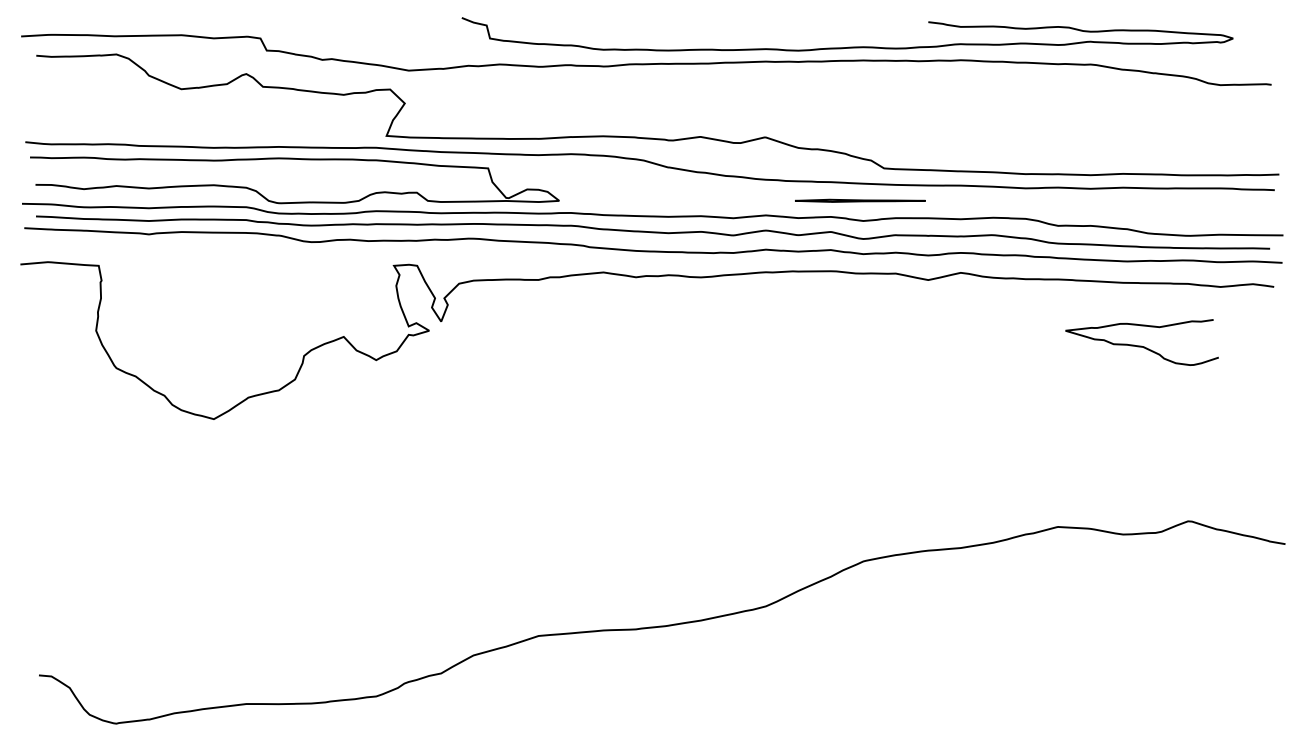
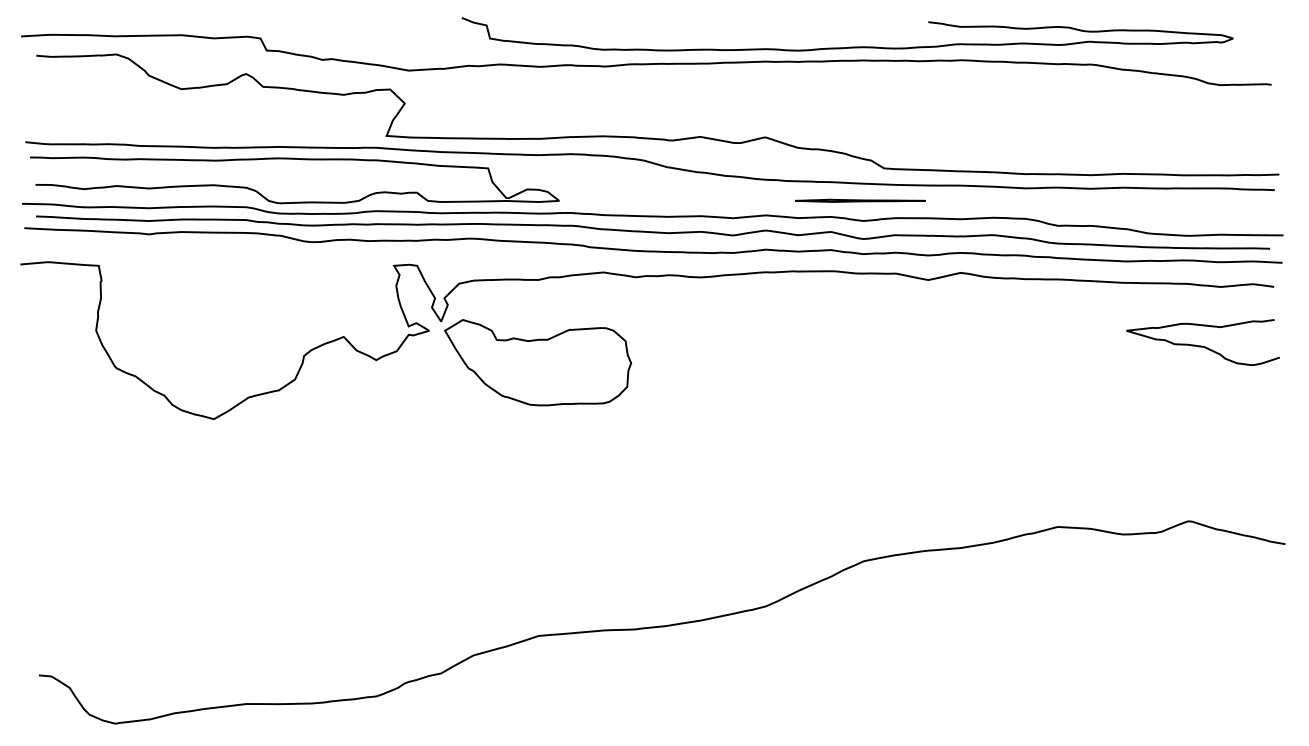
curve at (1141, 345) position: (1141, 345) -> (1202, 345)
part at (537, 362): none -> present
